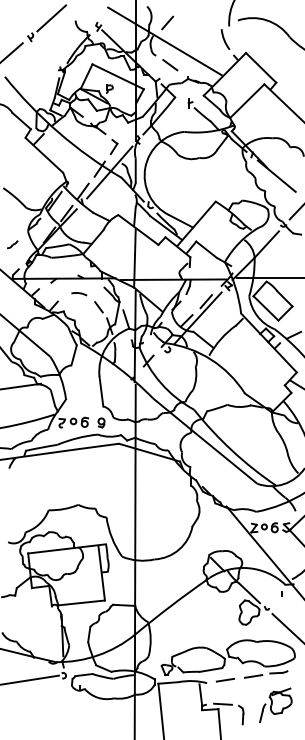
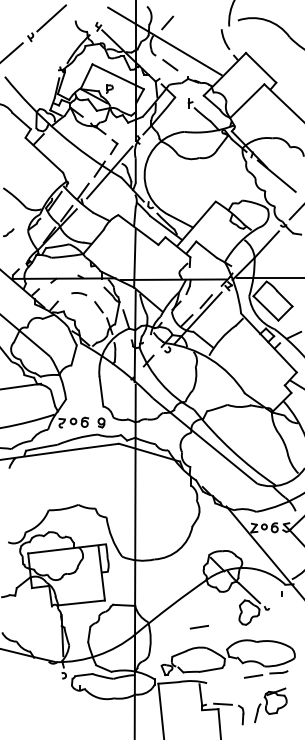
line at (12, 244) position: (12, 244) -> (8, 232)
line at (286, 627): present -> none
line at (30, 679): present -> none
line at (224, 679) position: (224, 679) -> (198, 626)
part at (275, 705) position: (275, 705) -> (270, 705)
